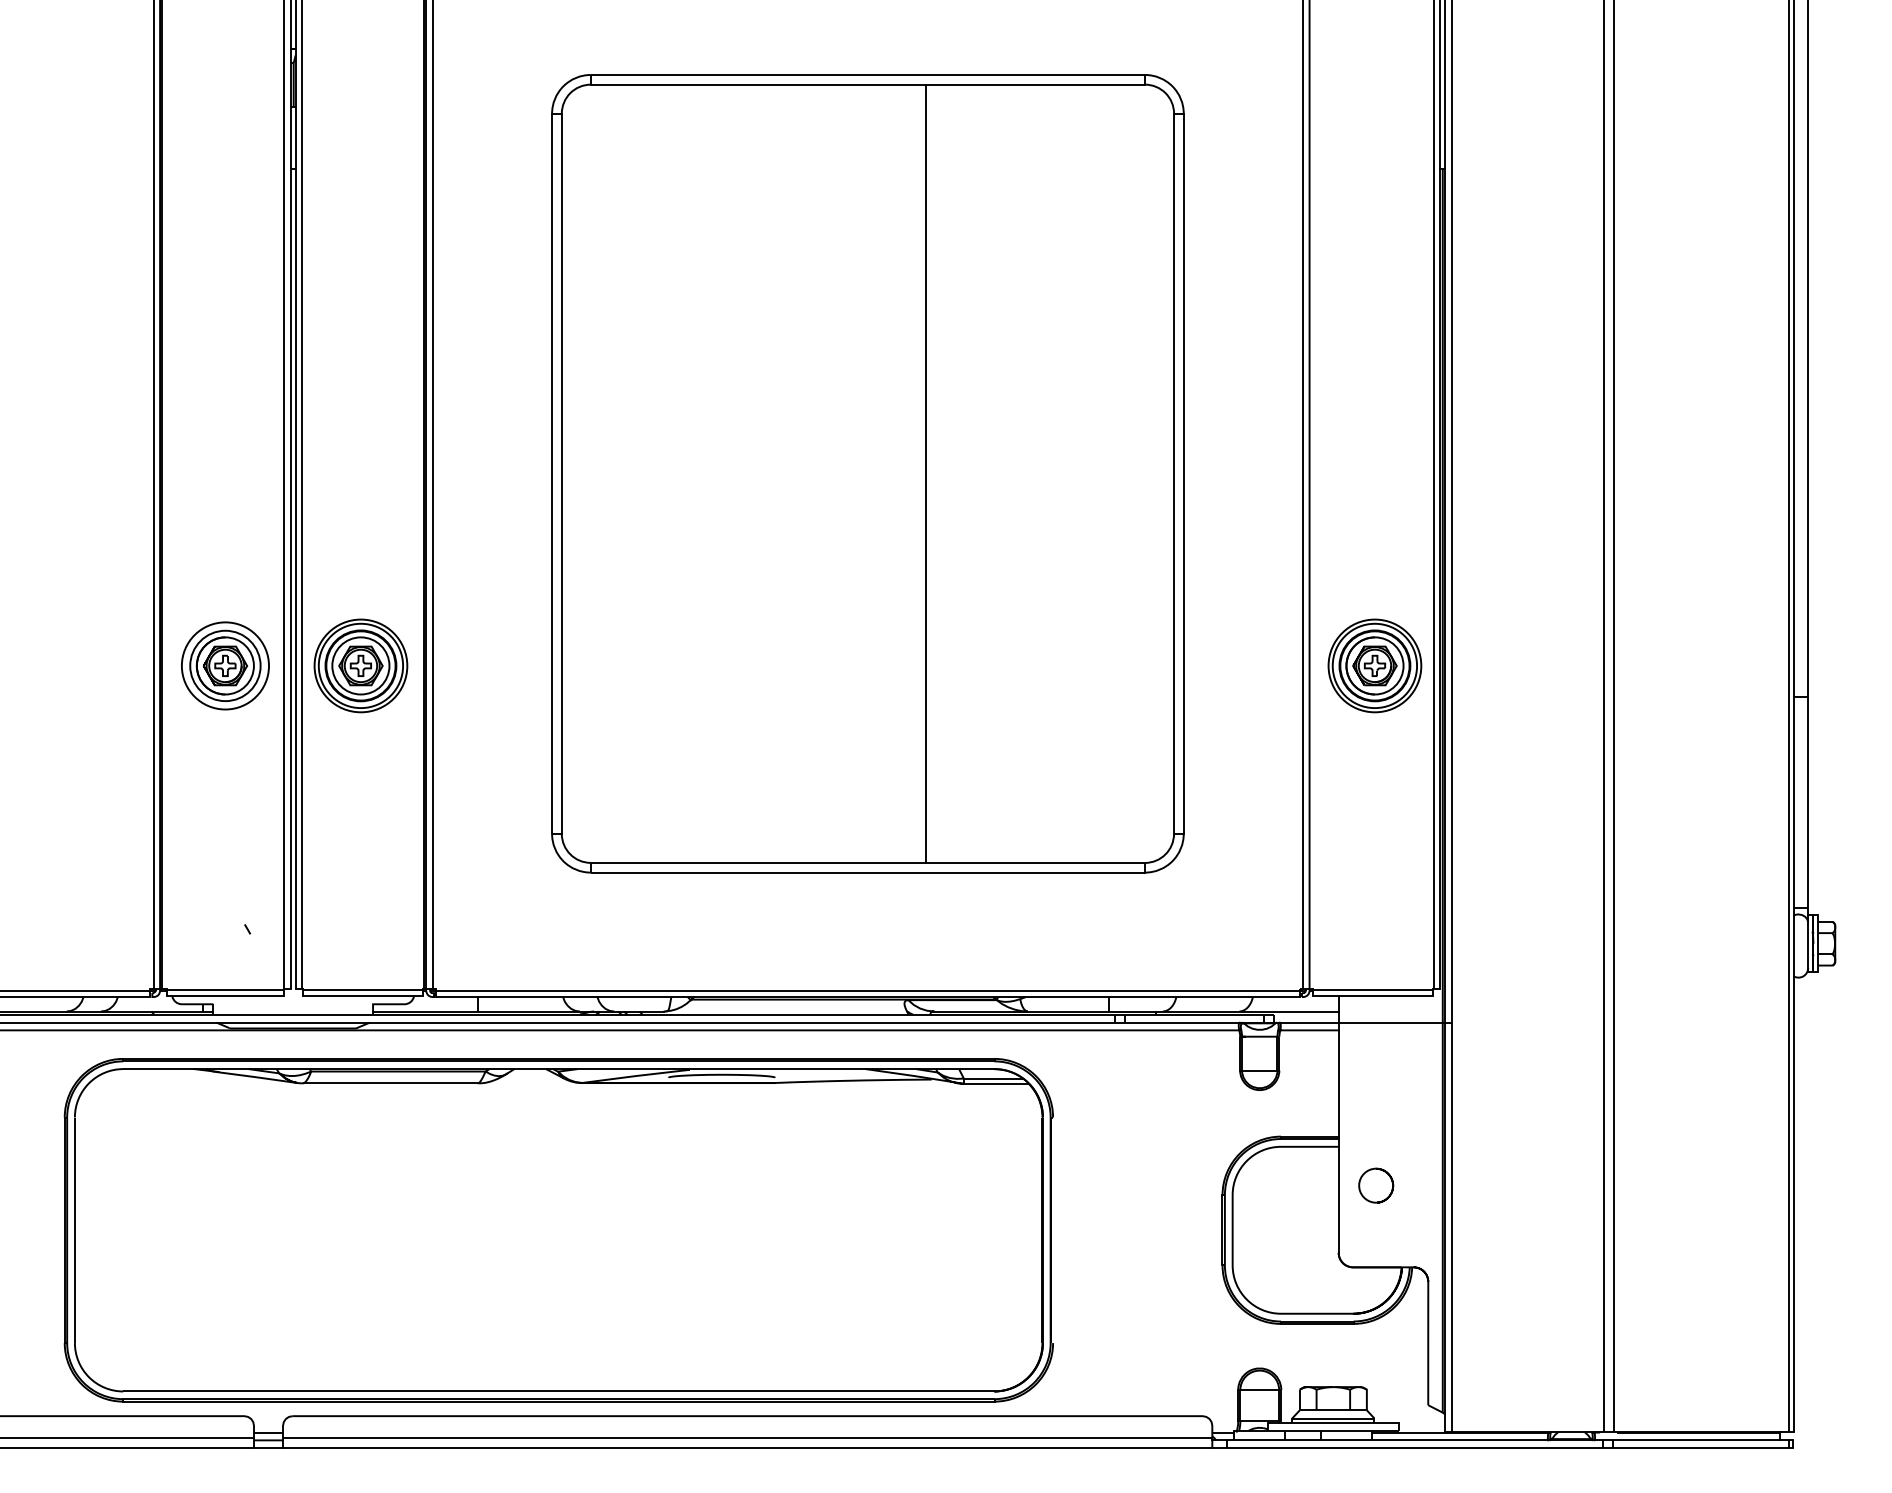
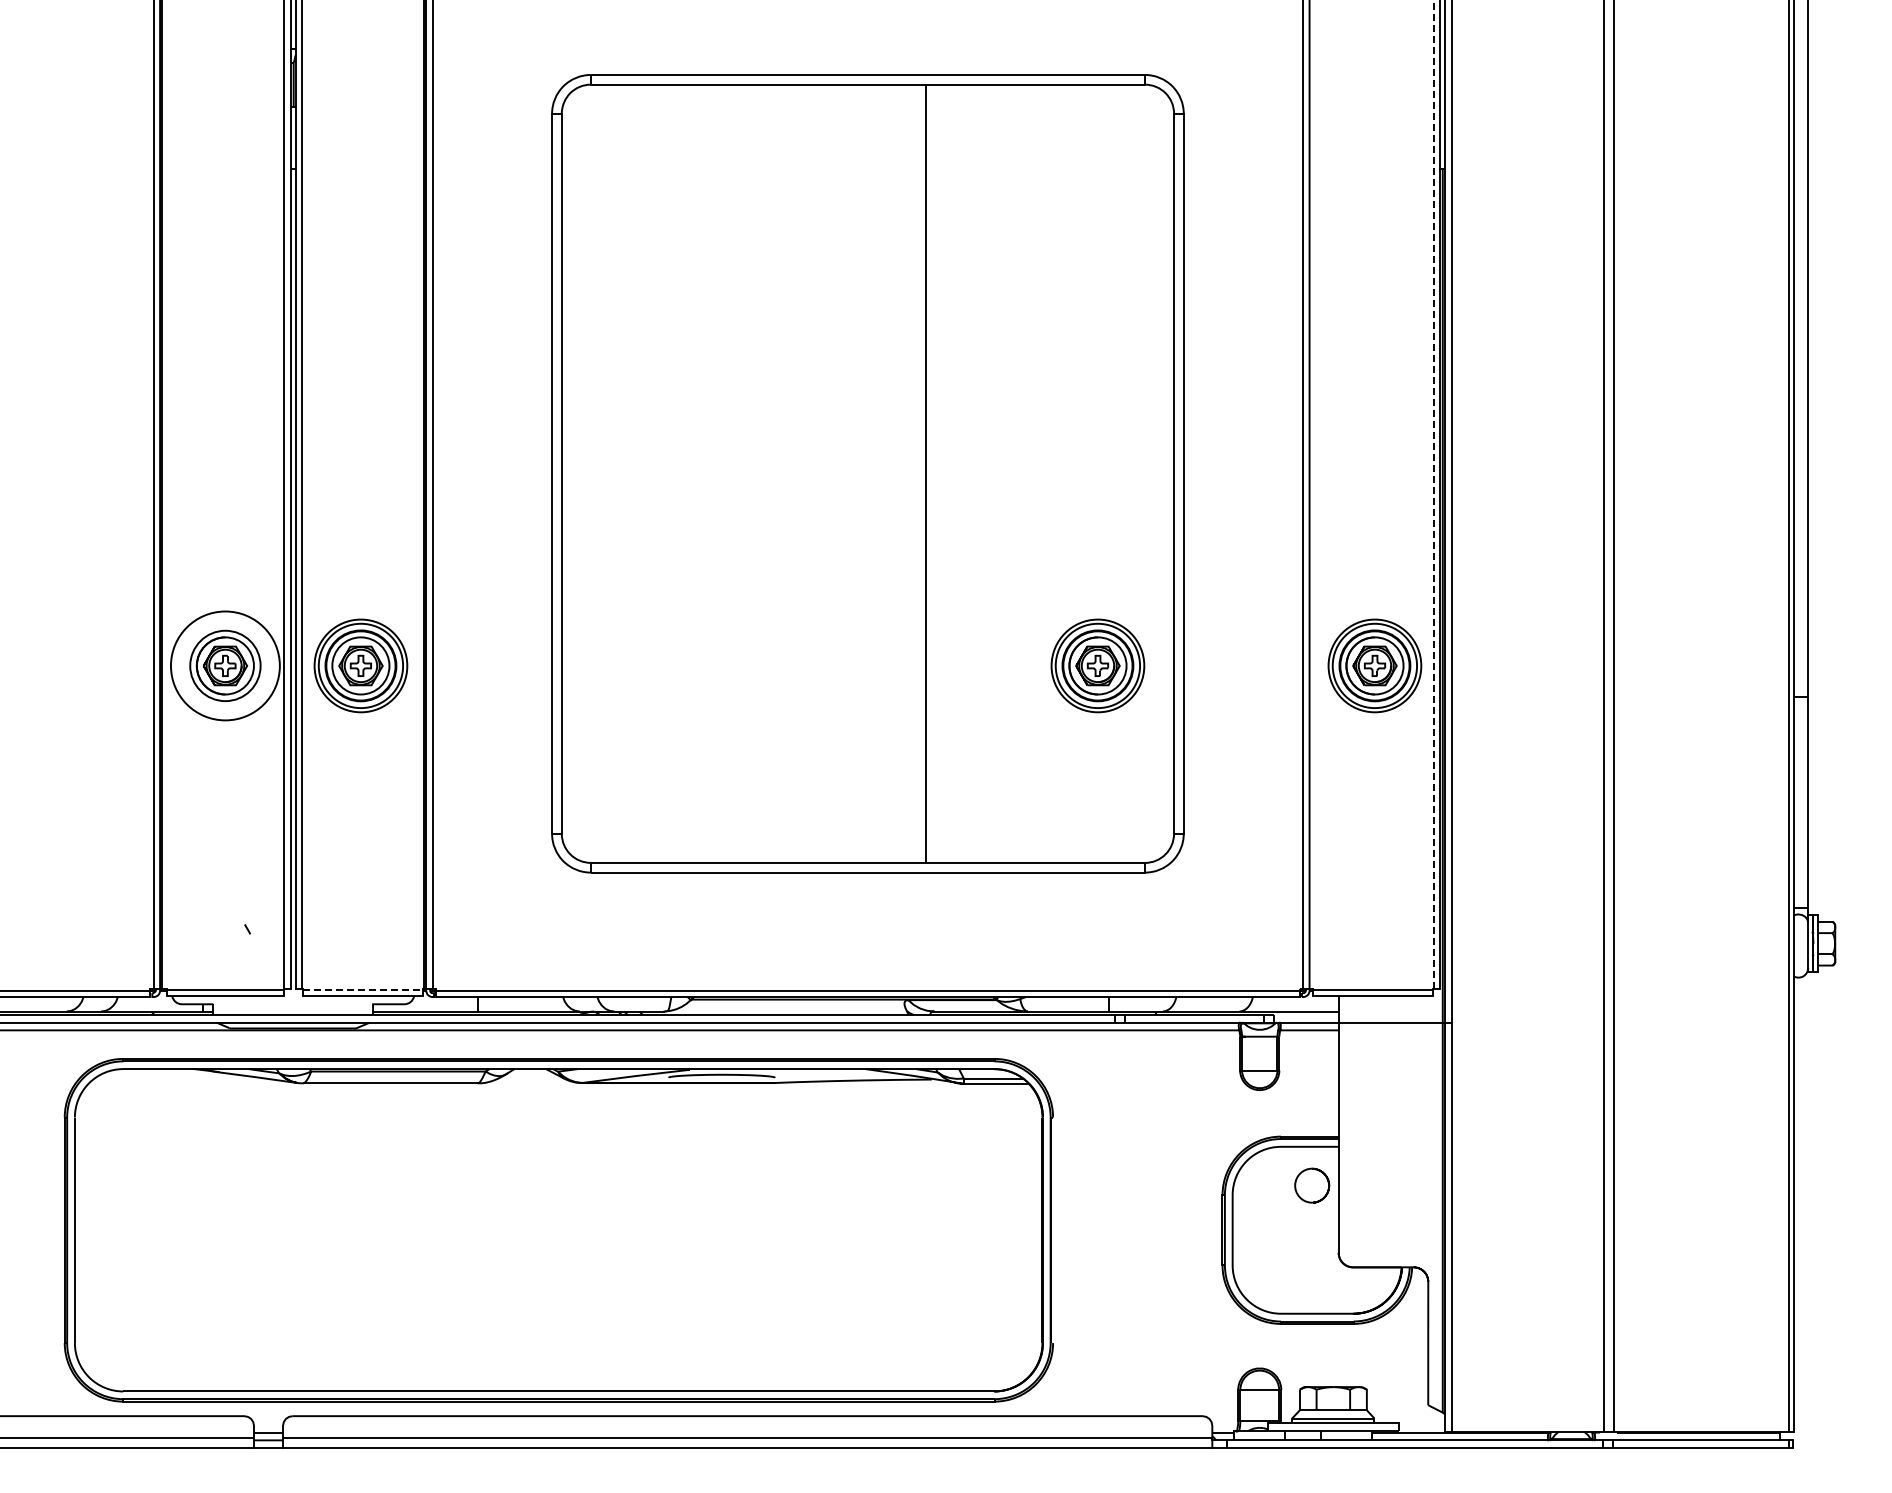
line at (1433, 494): solid -> dashed
circle at (225, 665) diameter: 87 px -> 109 px
part at (1097, 665): none -> present
line at (363, 990): solid -> dashed
curve at (1382, 1171) position: (1382, 1171) -> (1318, 1171)
